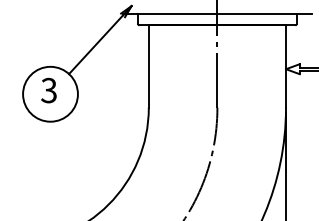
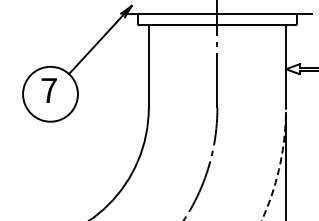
text at (48, 90): 3 -> 7
arc at (279, 165): solid -> dashed
